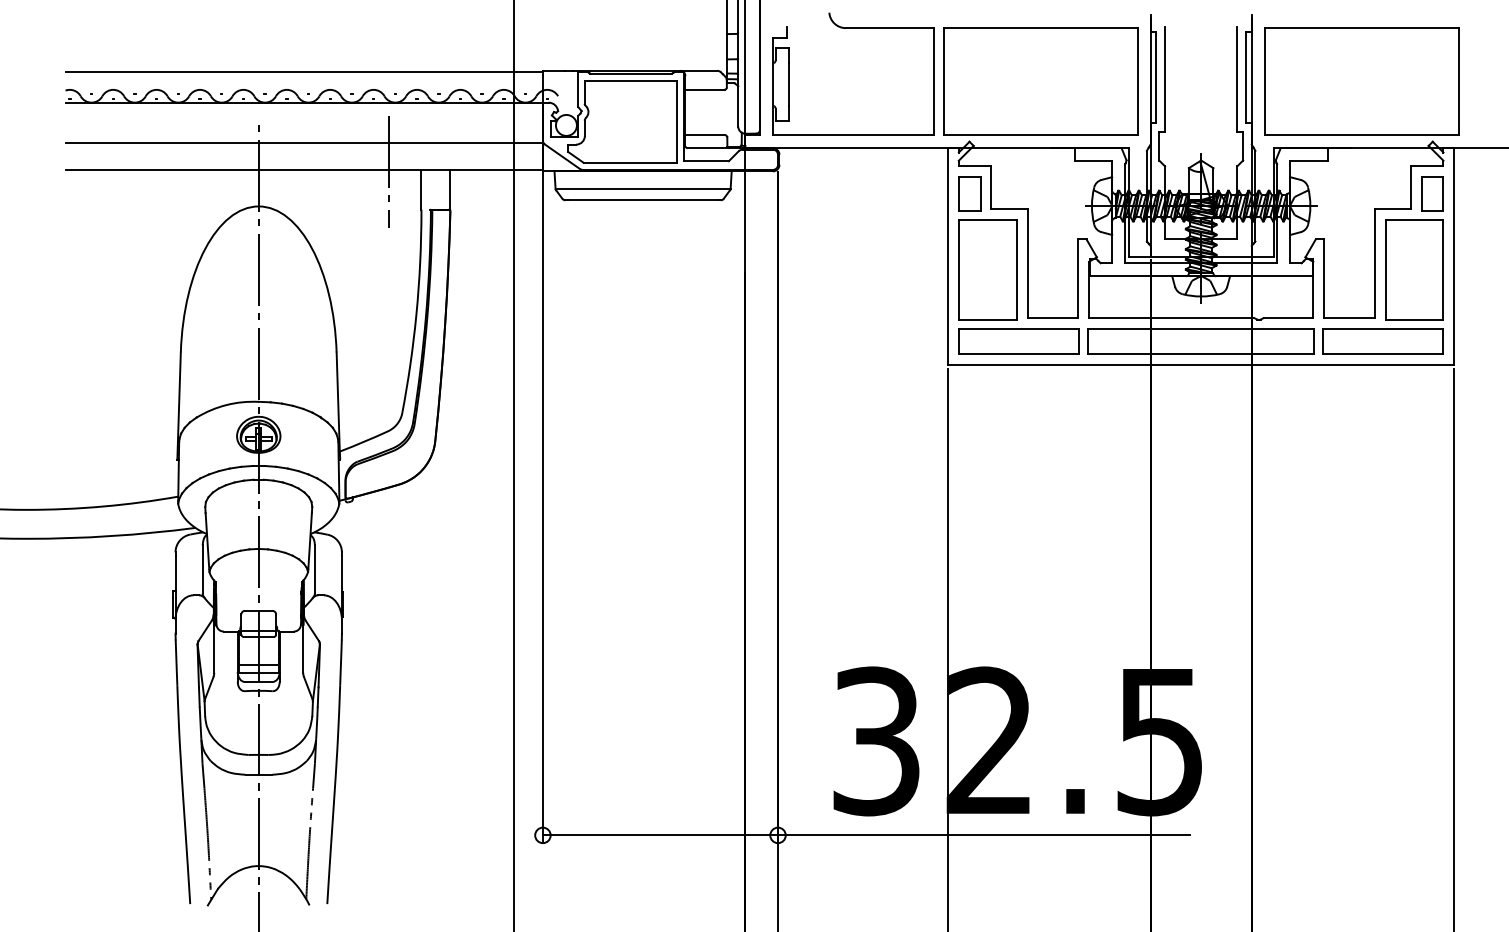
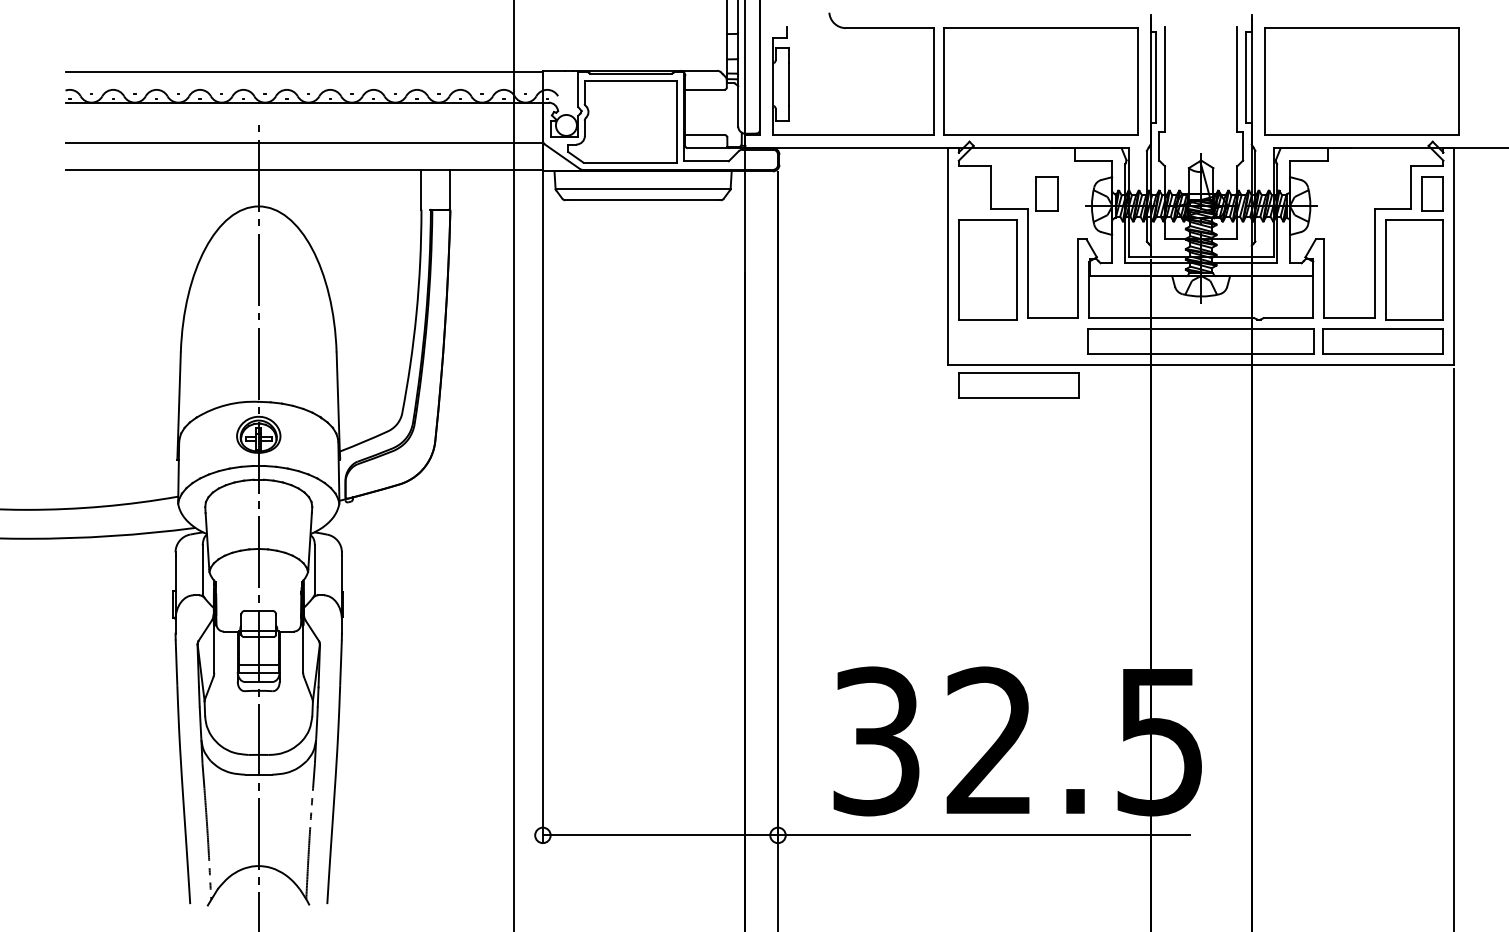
line at (388, 171): present -> none
part at (969, 193) position: (969, 193) -> (1046, 193)
part at (1018, 341) position: (1018, 341) -> (1018, 385)
line at (948, 648): present -> none
